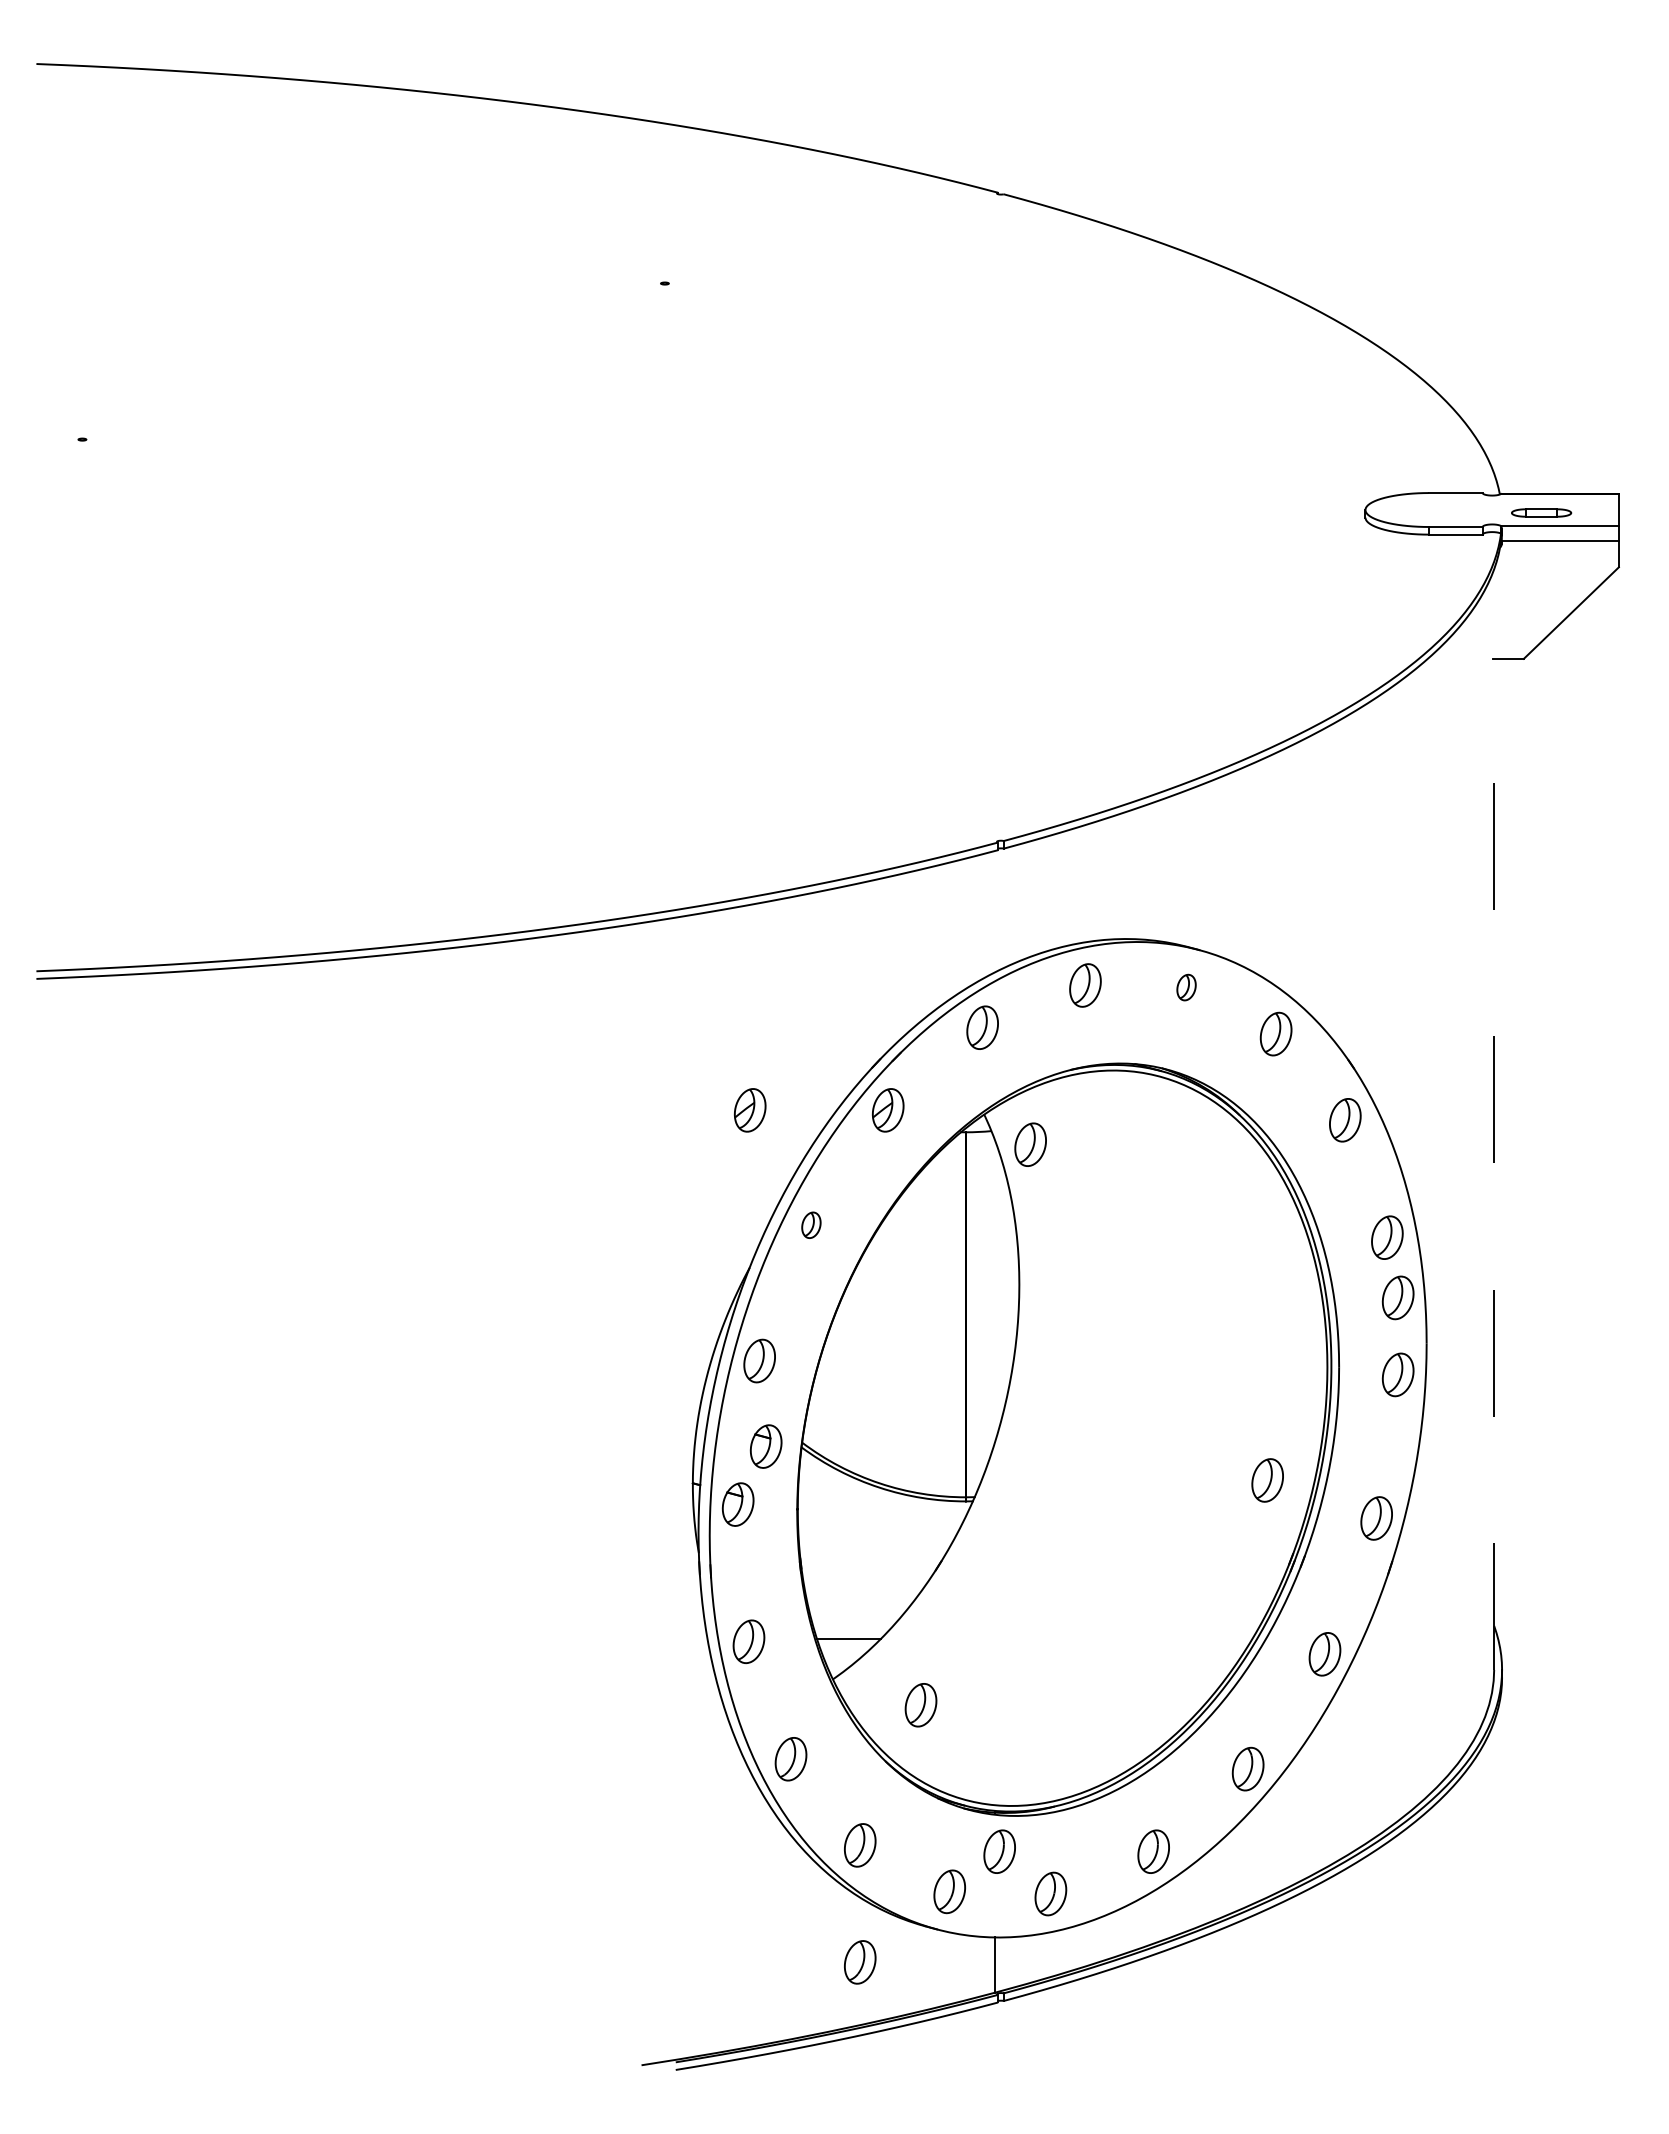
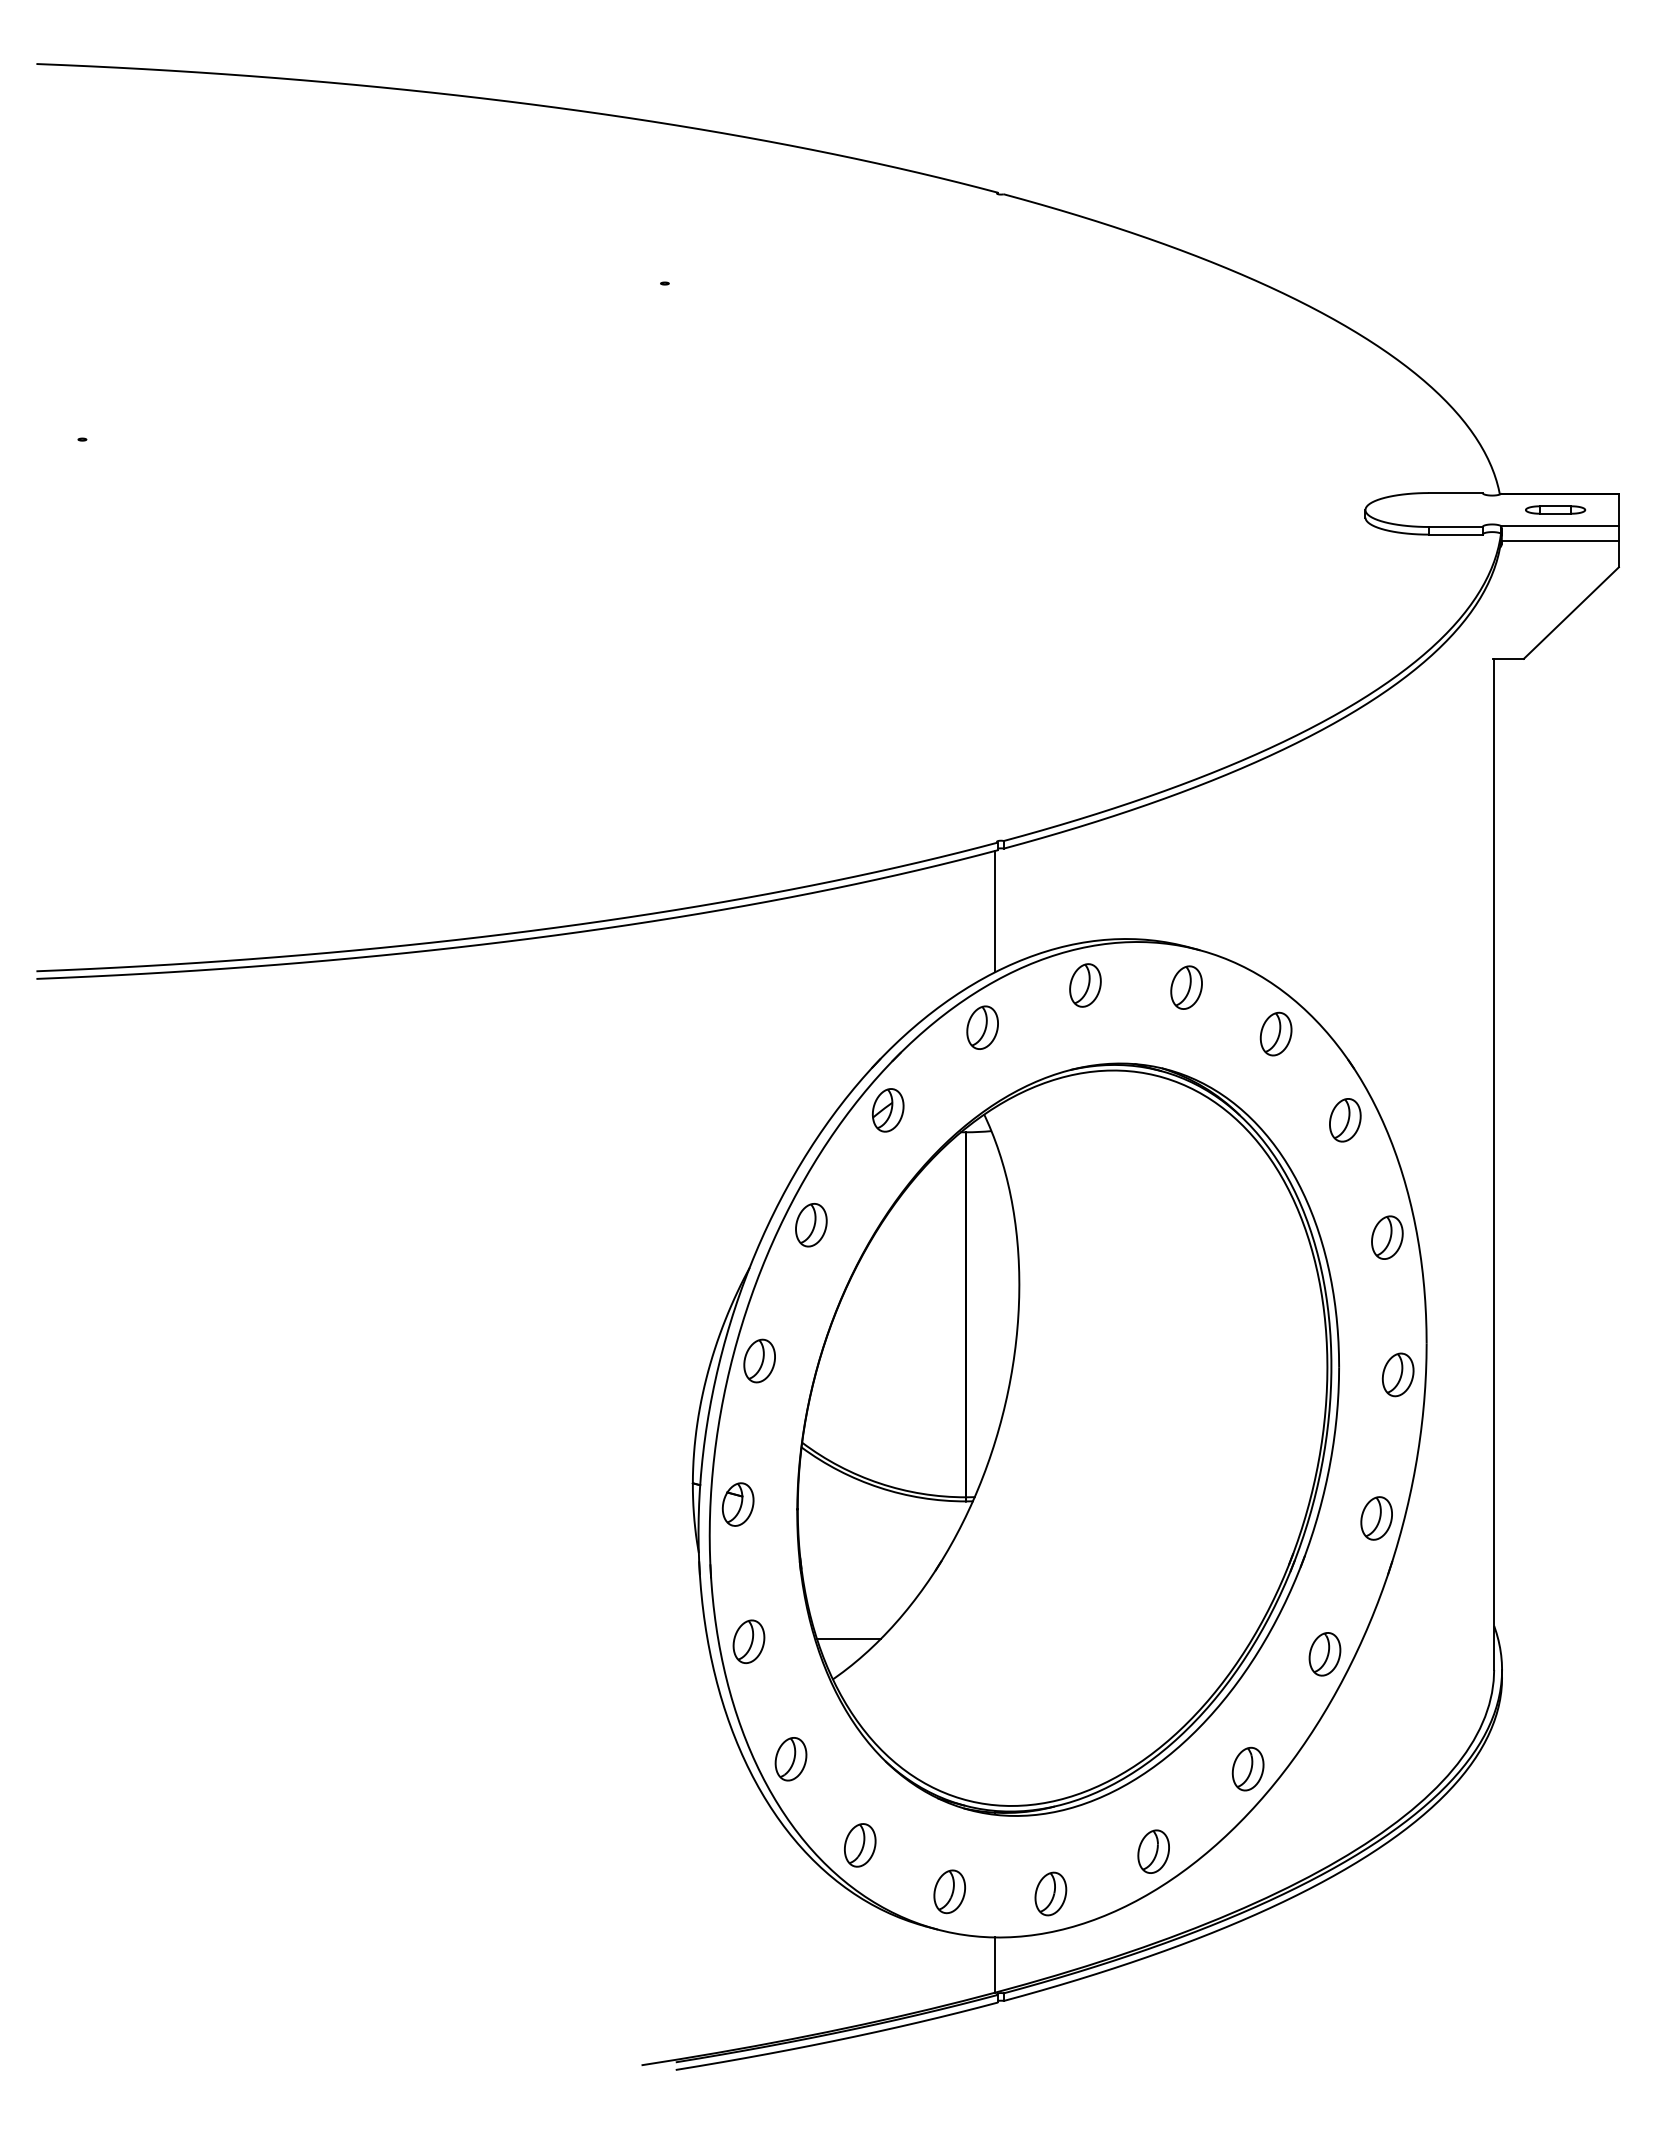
part at (1541, 512) position: (1541, 512) -> (1555, 509)
line at (995, 911): none -> present
part at (1186, 987) size: 21x29 px -> 33x45 px
part at (750, 1110): present -> none
part at (1030, 1144): present -> none
line at (1494, 1164): dashed -> solid
part at (811, 1224) size: 21x28 px -> 33x45 px
part at (1397, 1297): present -> none
part at (765, 1446): present -> none
part at (1267, 1480): present -> none
part at (920, 1705): present -> none
part at (999, 1851): present -> none
part at (860, 1962): present -> none
